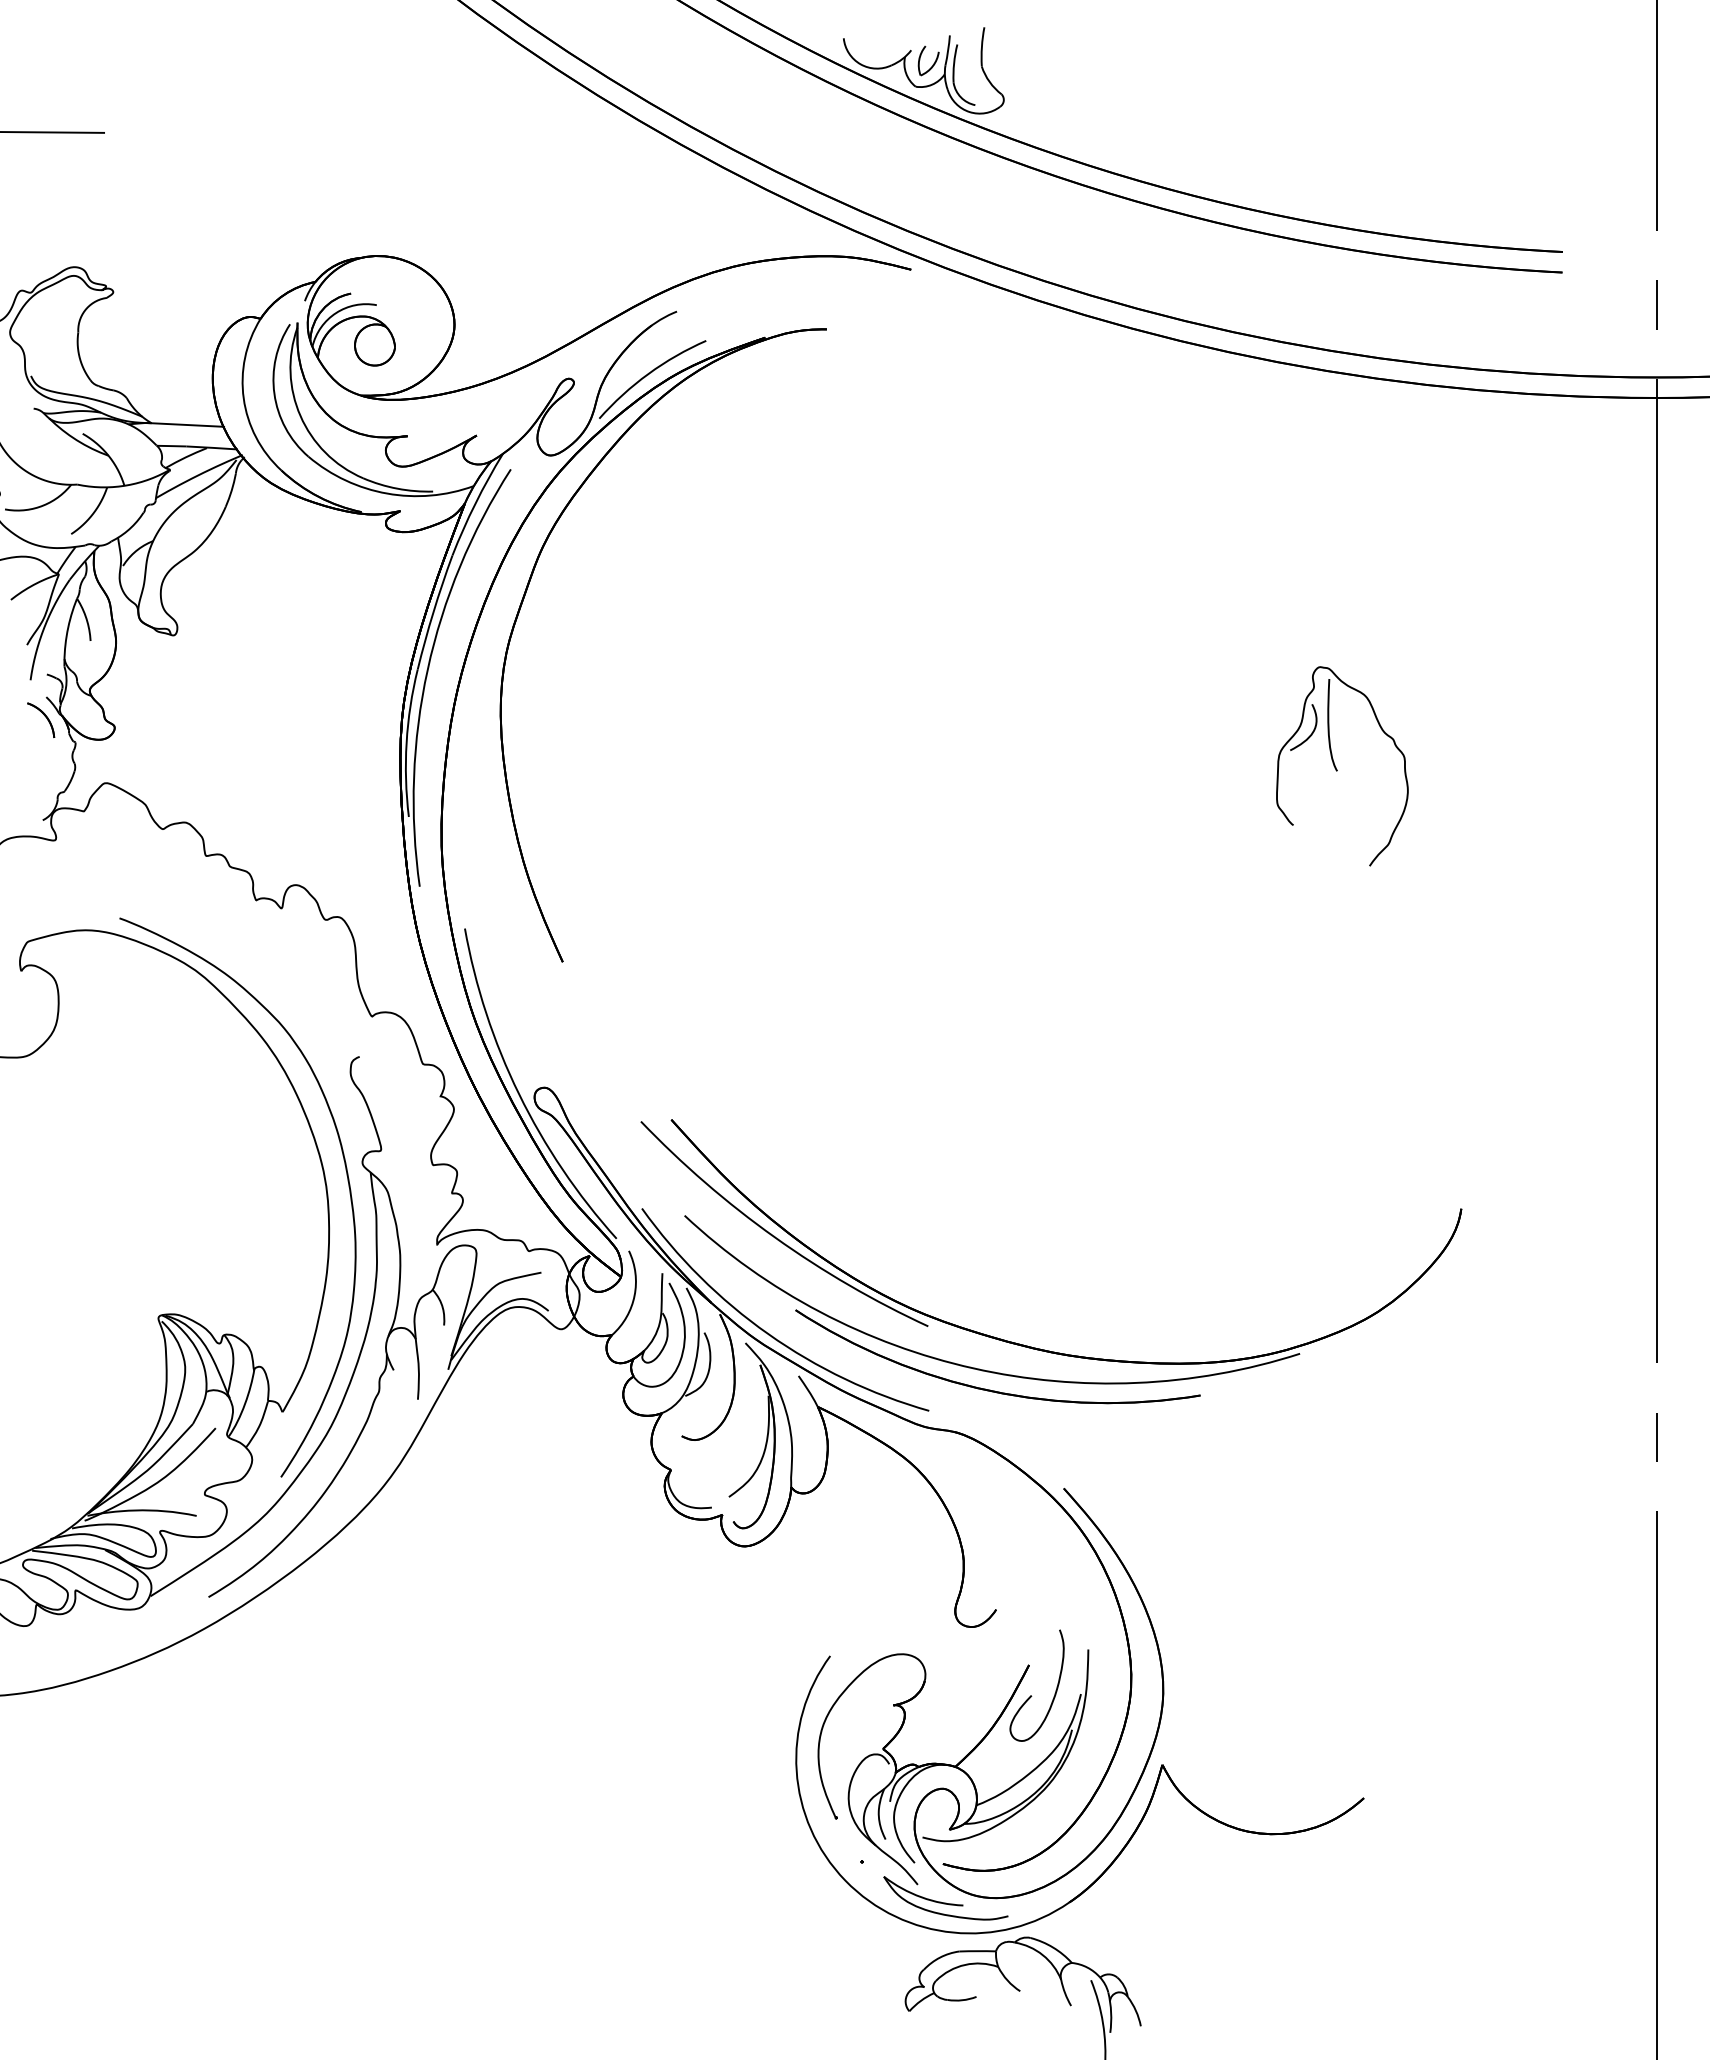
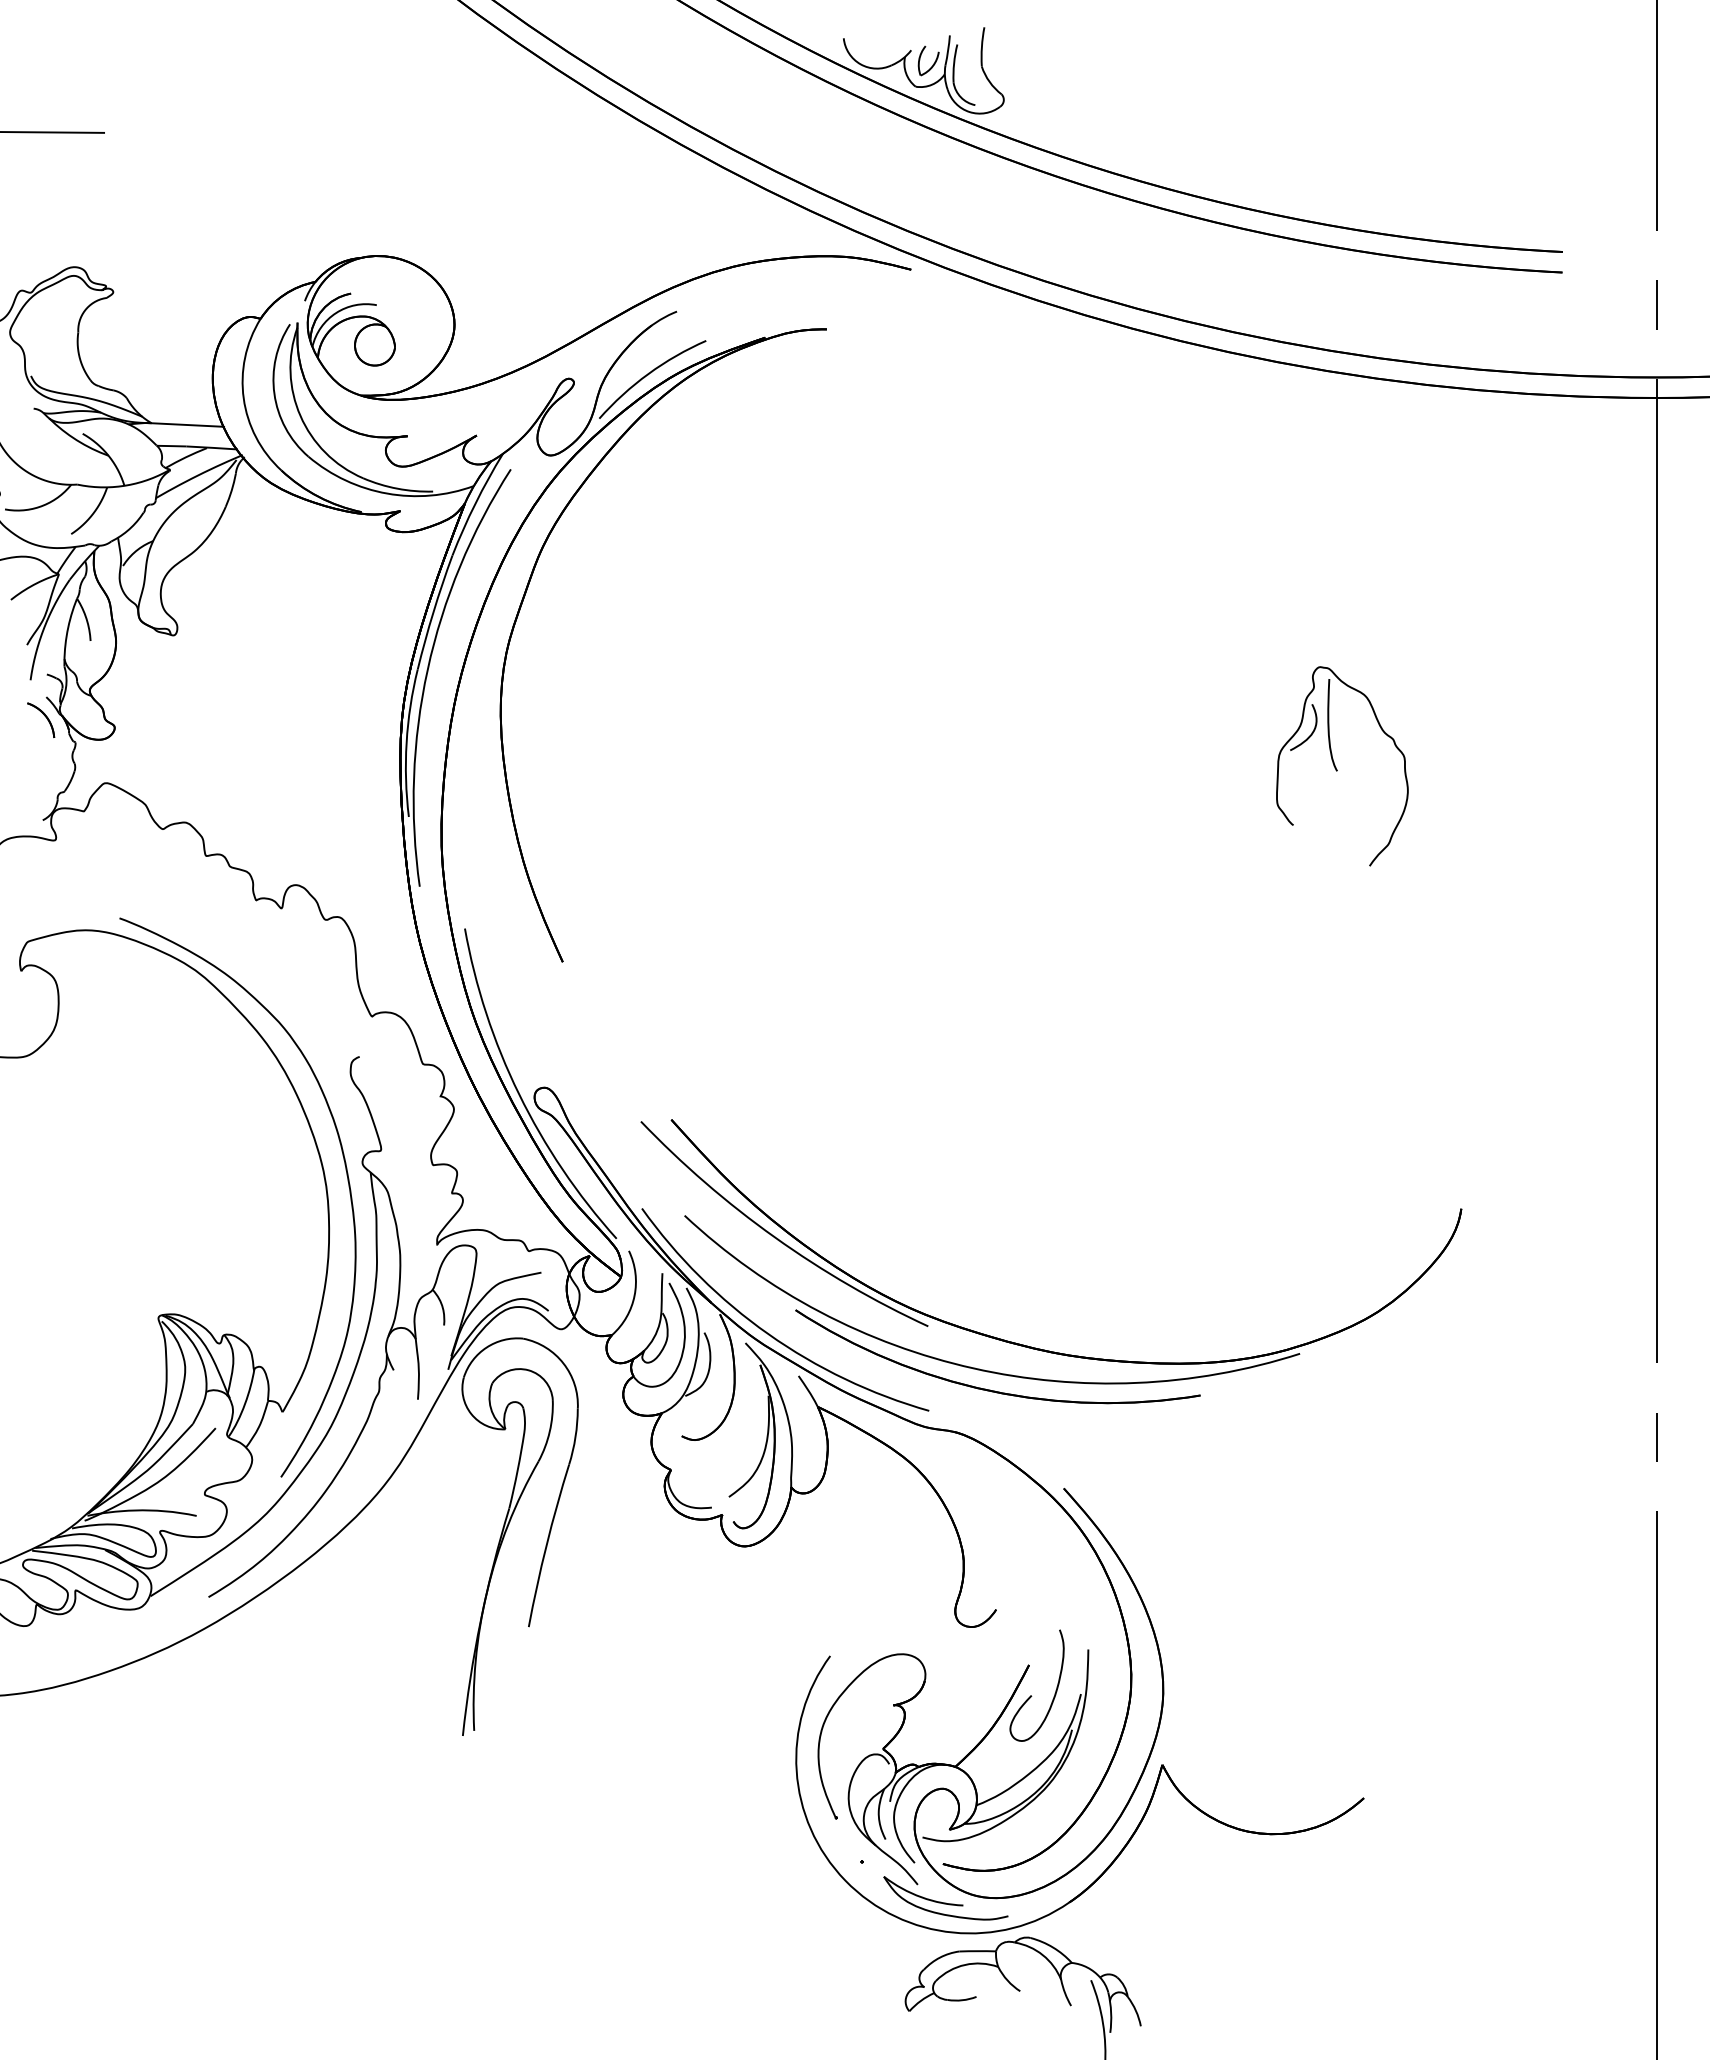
part at (506, 1532): none -> present
